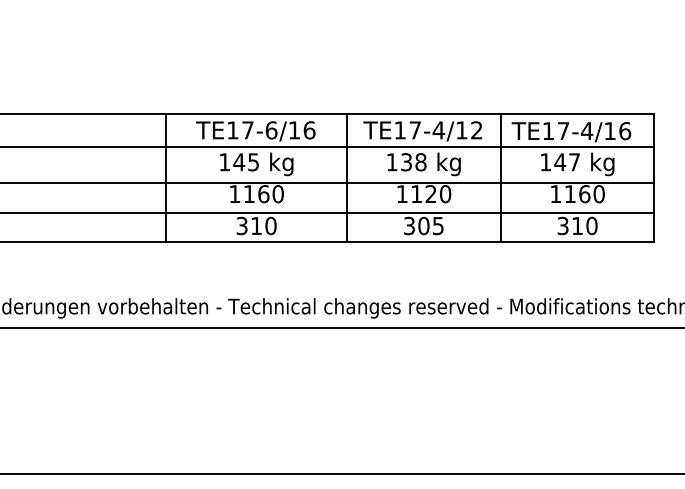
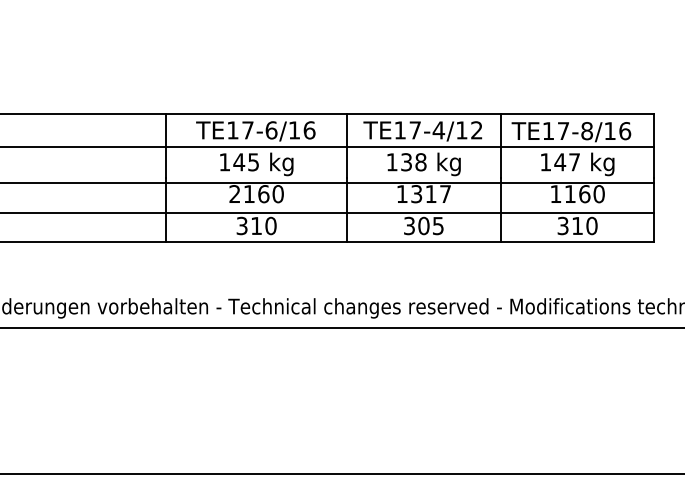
text at (586, 131): TE17-4/16 -> TE17-8/16
text at (234, 193): 1160 -> 2160
text at (431, 194): 1120 -> 1317
